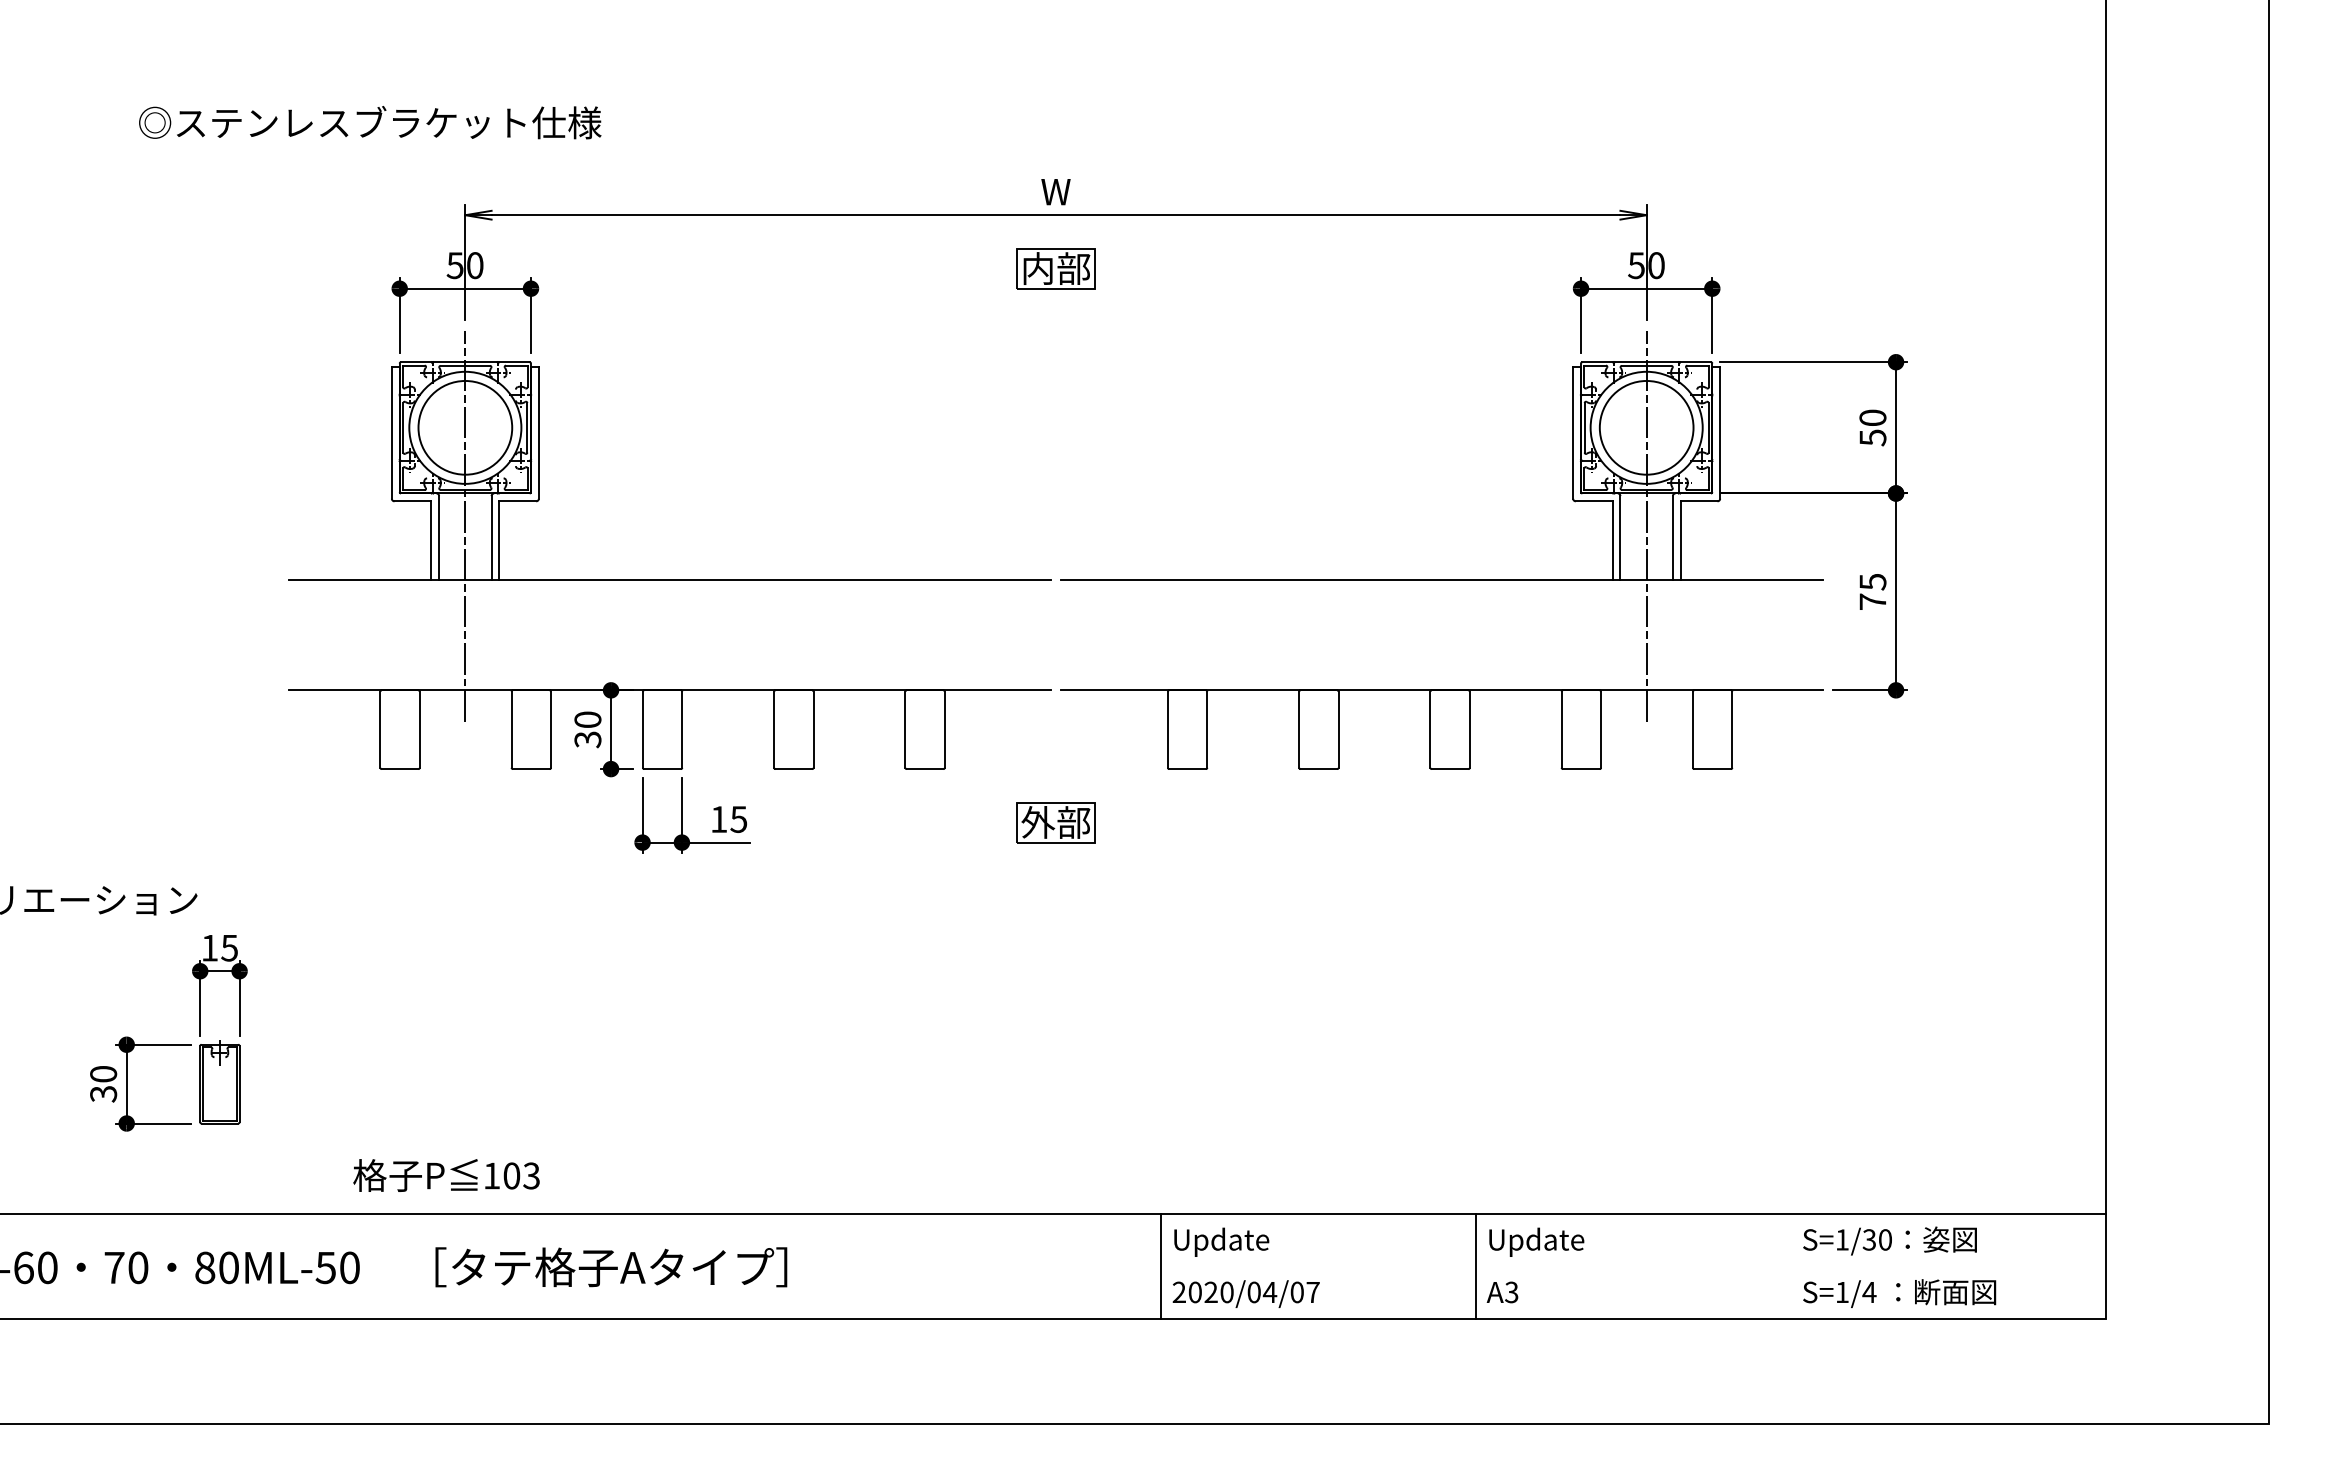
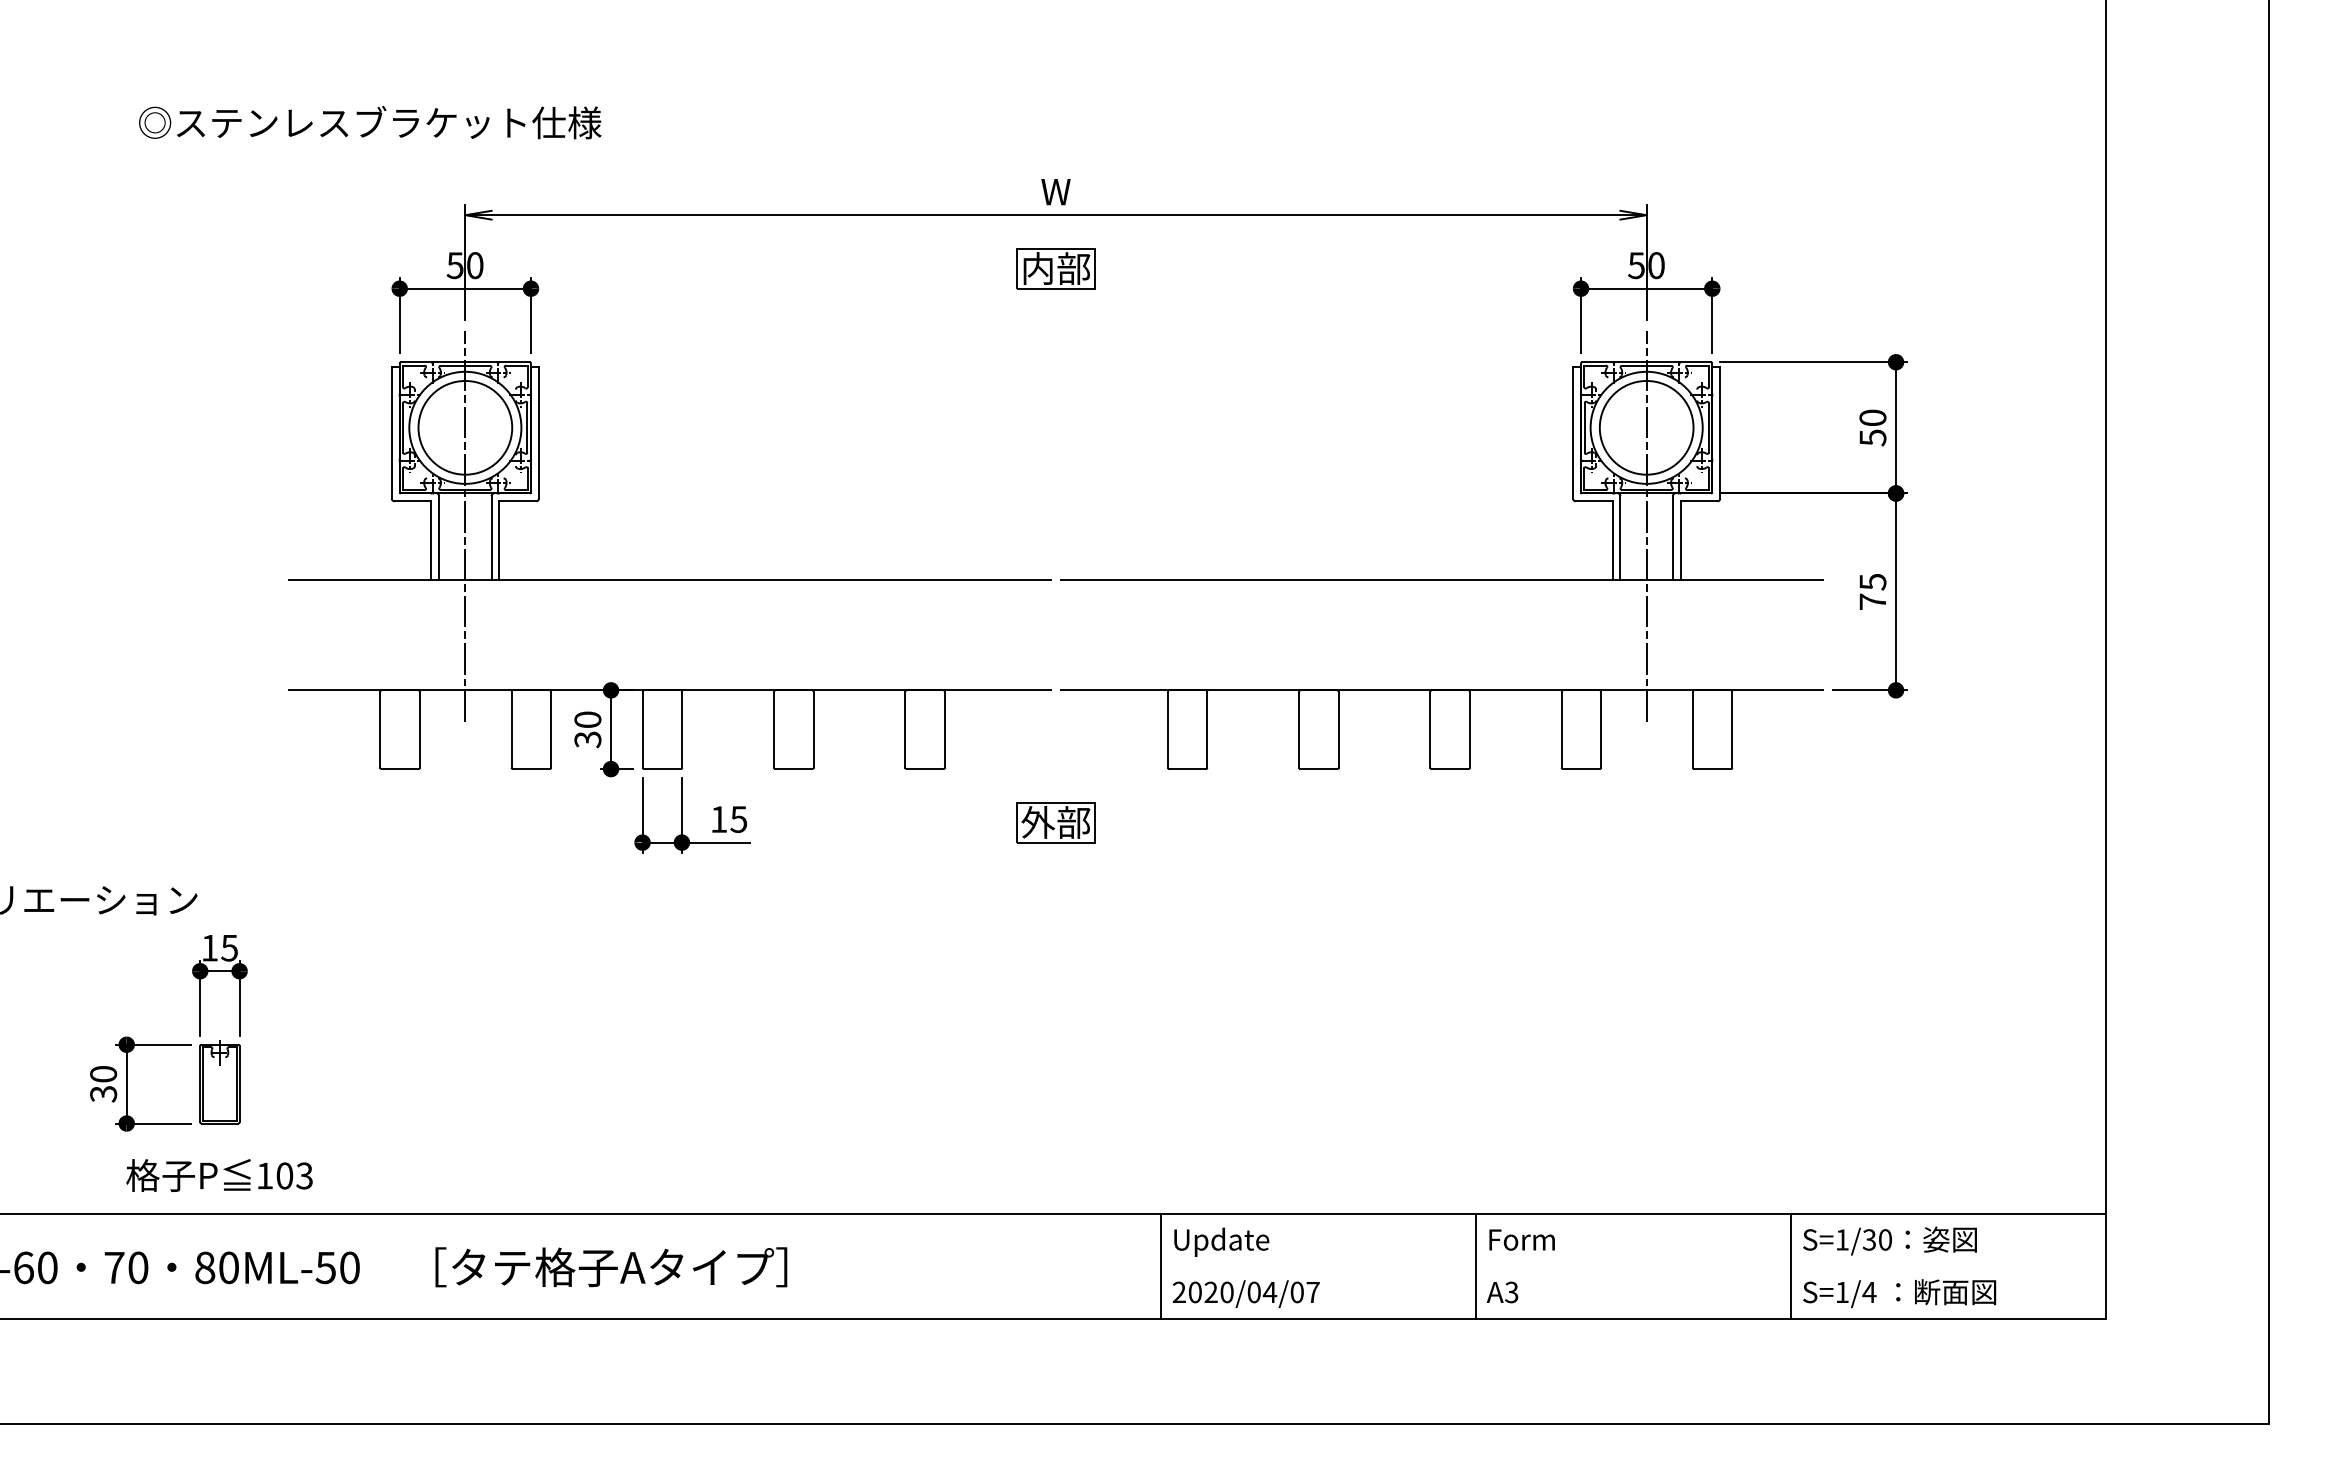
text at (446, 1175) position: (446, 1175) -> (219, 1175)
text at (1536, 1241): Update -> Form
line at (1791, 1265): none -> present
